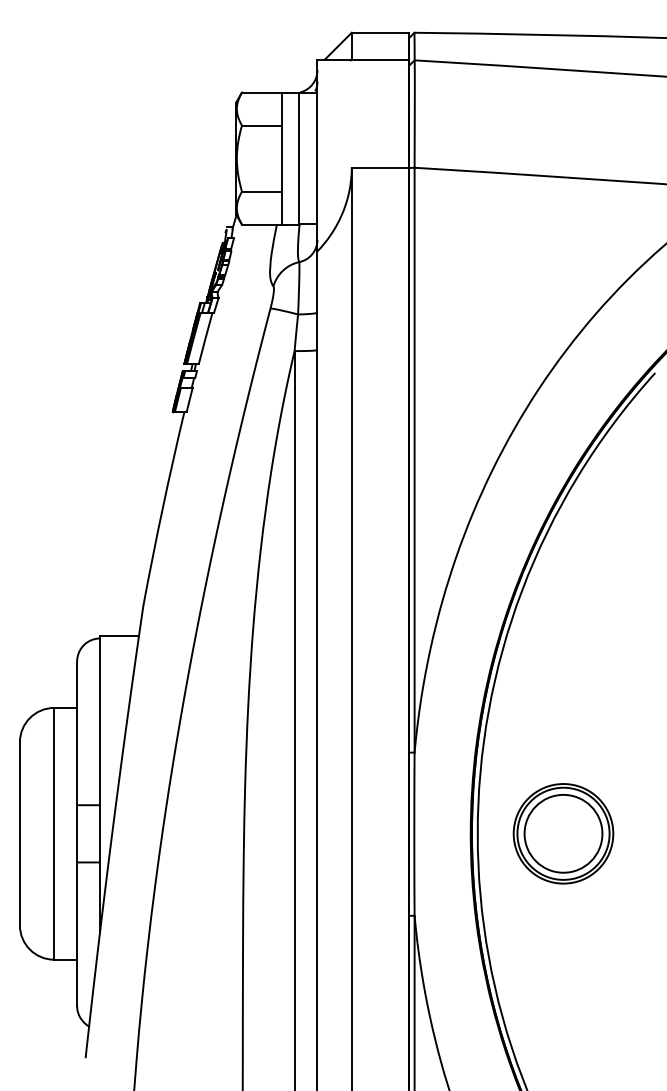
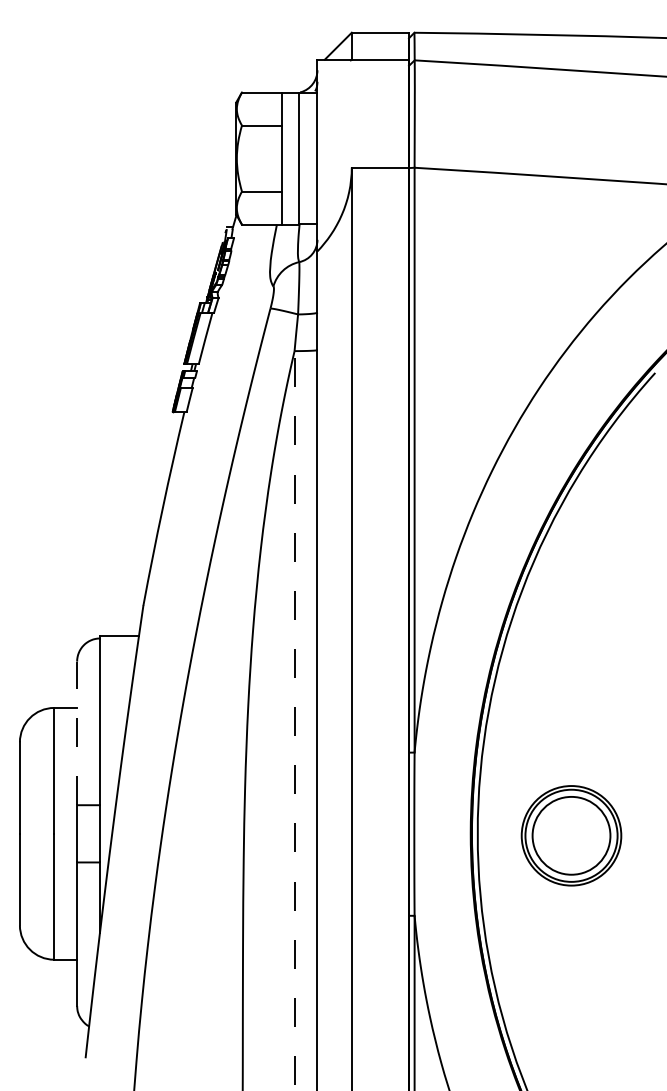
line at (294, 720): solid -> dashed
line at (77, 733): solid -> dashed
part at (563, 833) position: (563, 833) -> (571, 835)
